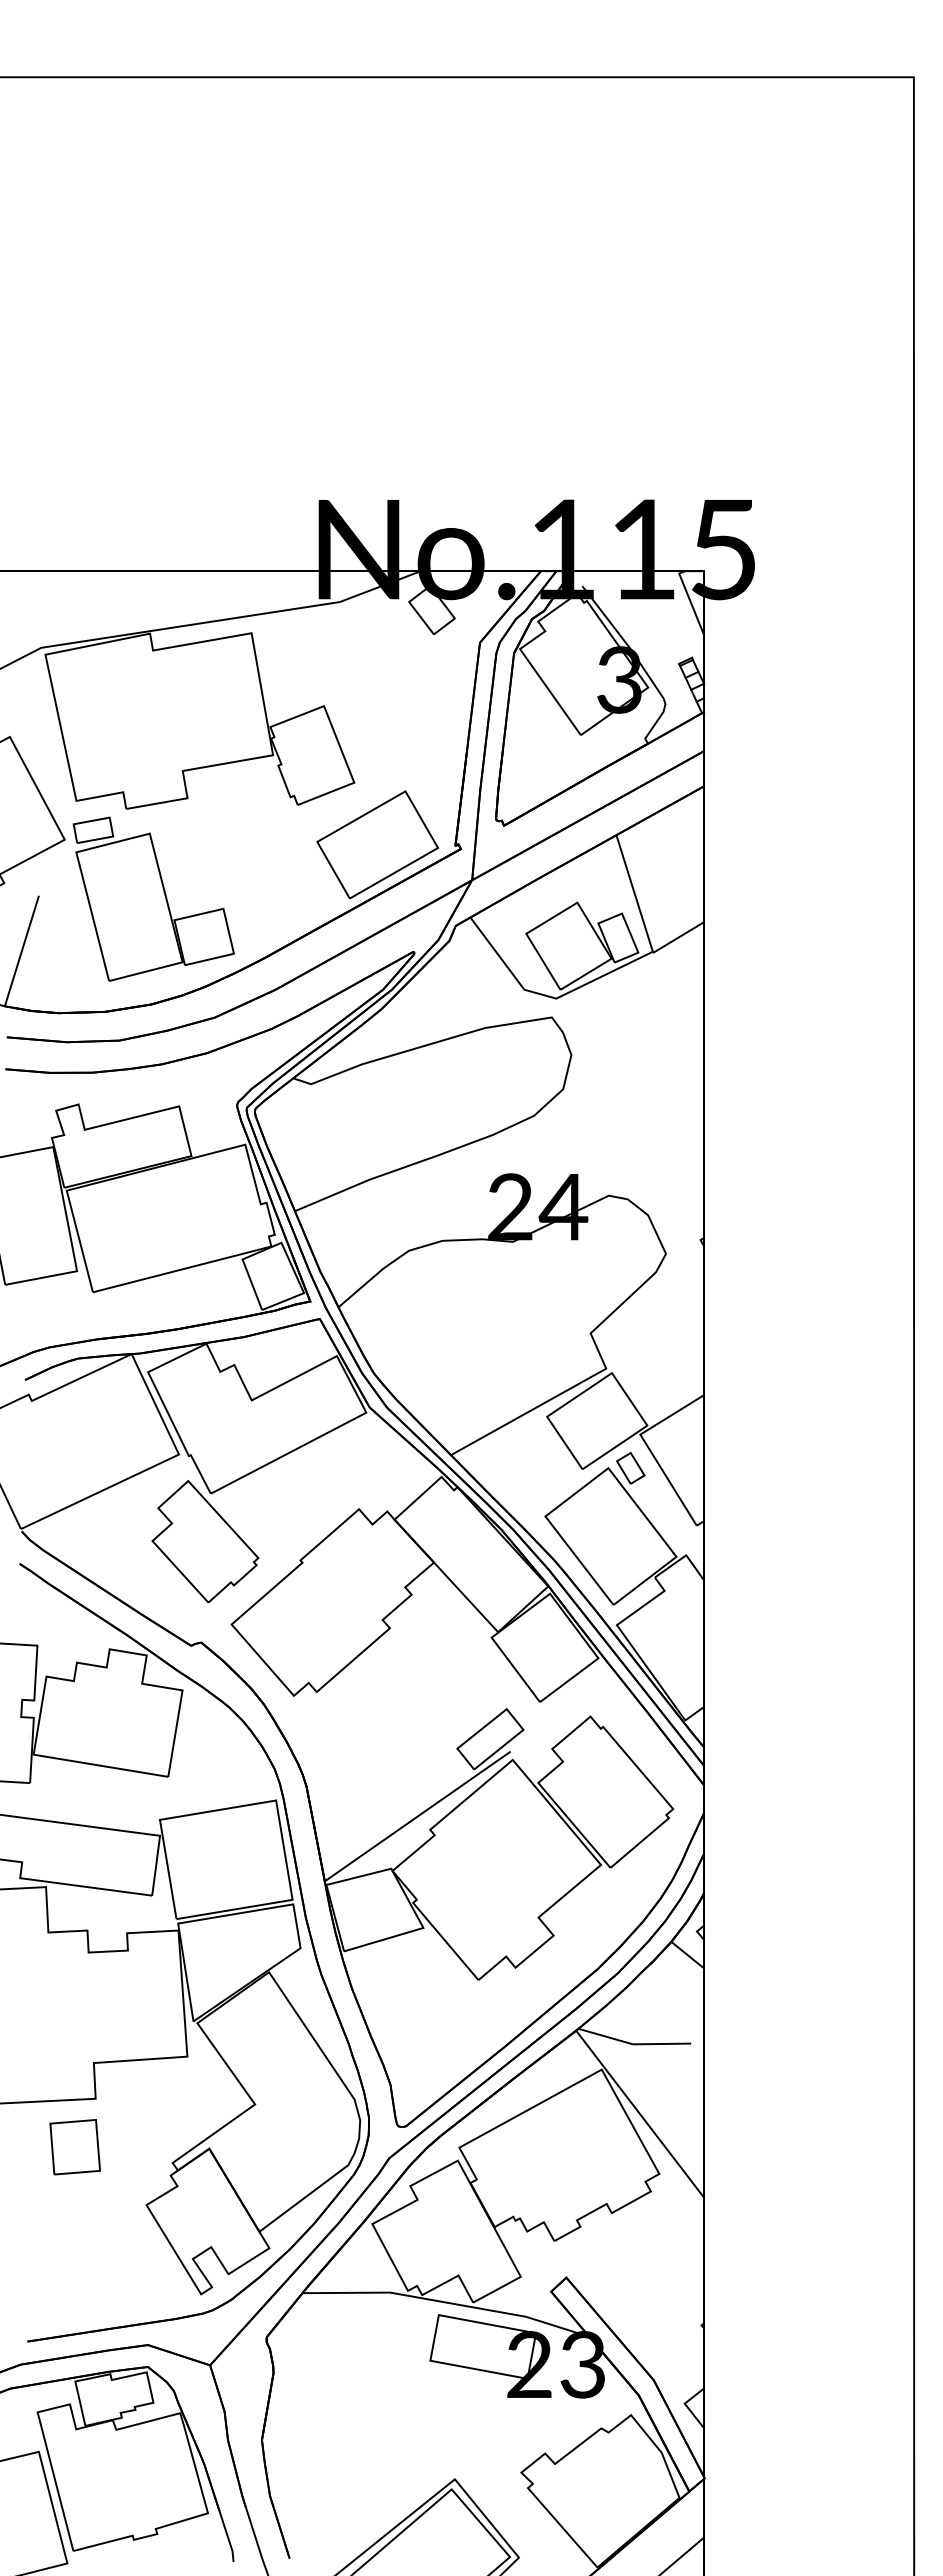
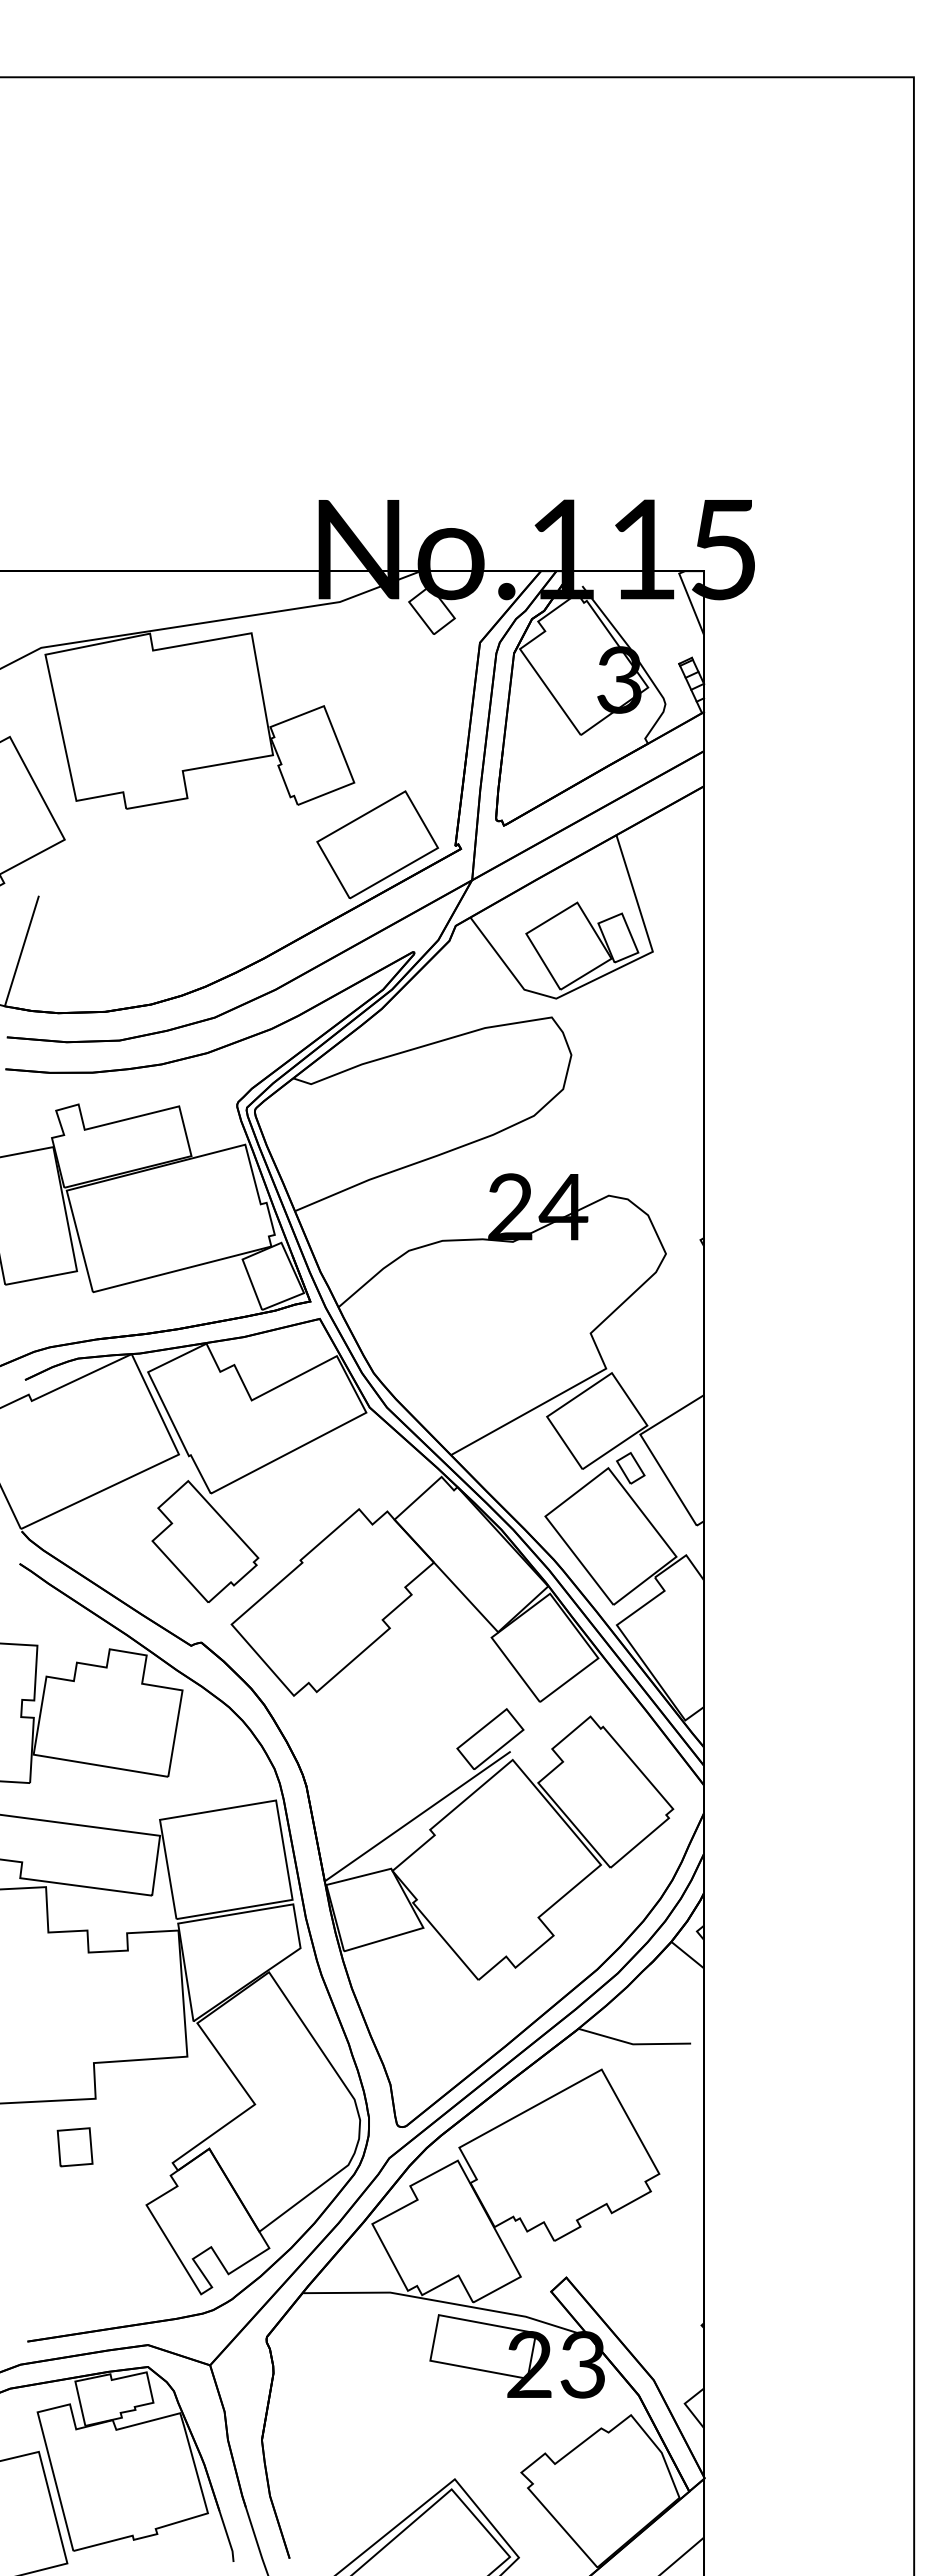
part at (153, 898): present -> none
line at (678, 937): present -> none
line at (640, 2113): present -> none
part at (74, 2147) size: 52x57 px -> 38x41 px
